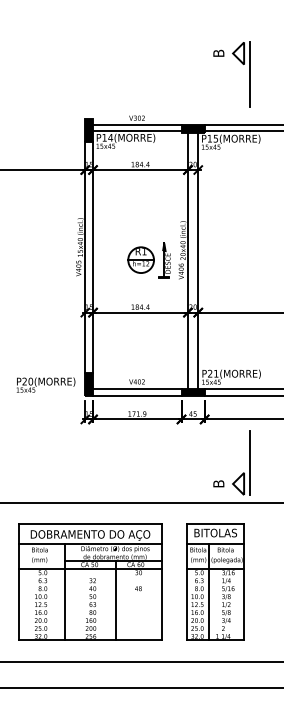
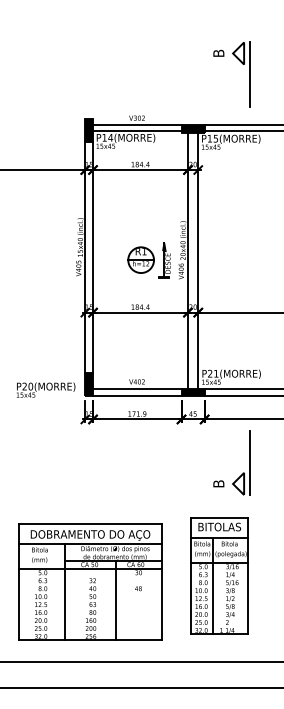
text at (45, 384) position: (45, 384) -> (45, 389)
line at (141, 502): present -> none
part at (215, 581) position: (215, 581) -> (219, 575)
